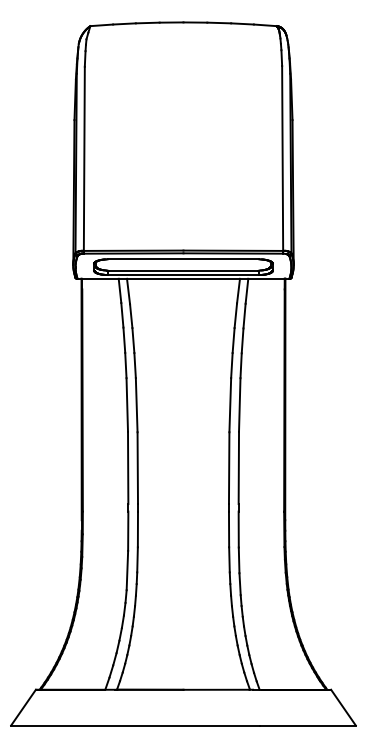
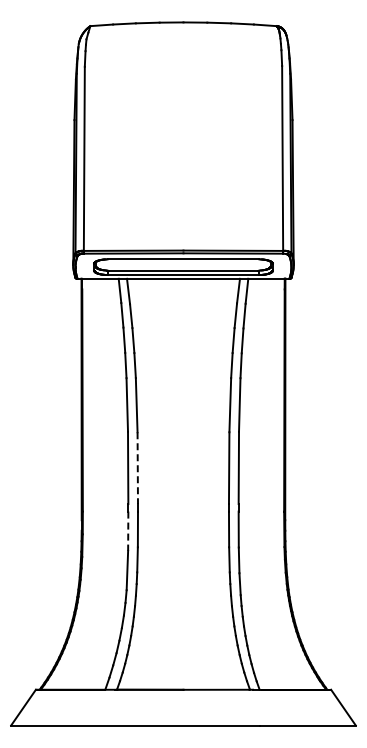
line at (137, 468): solid -> dashed
line at (128, 531): solid -> dashed
